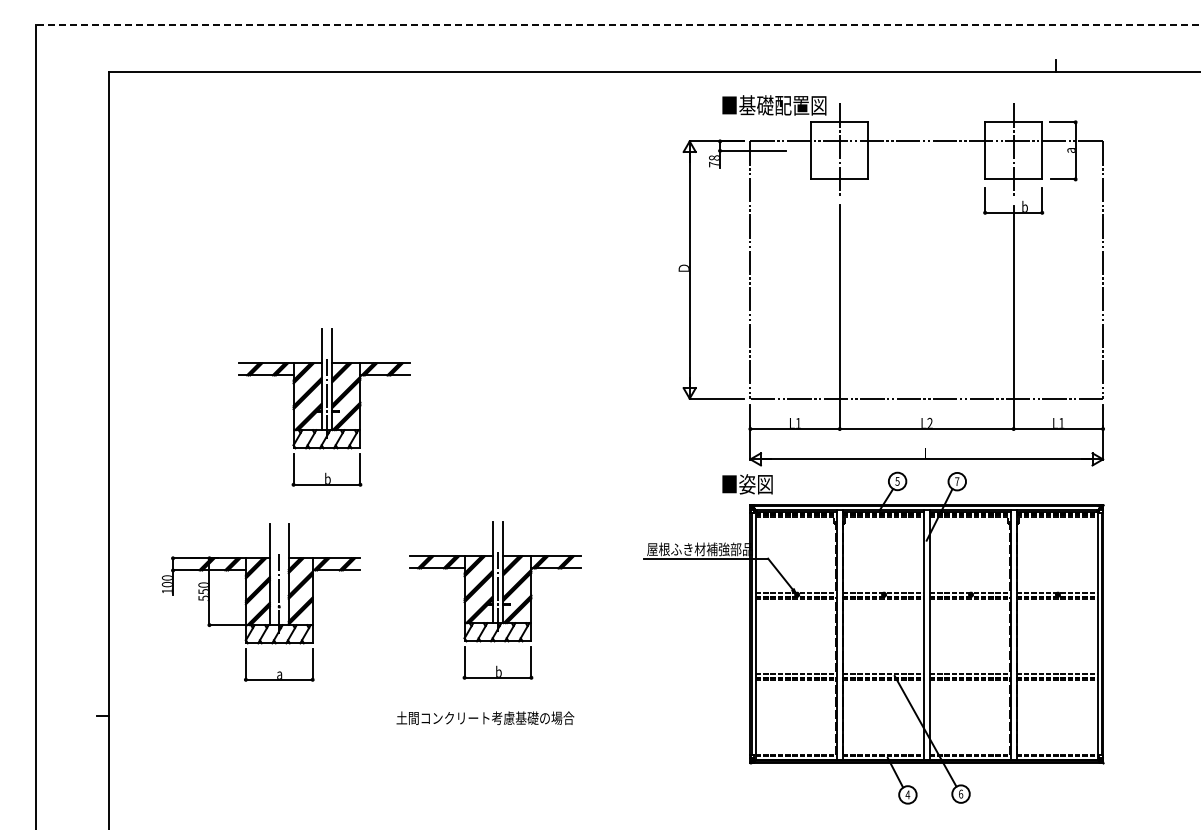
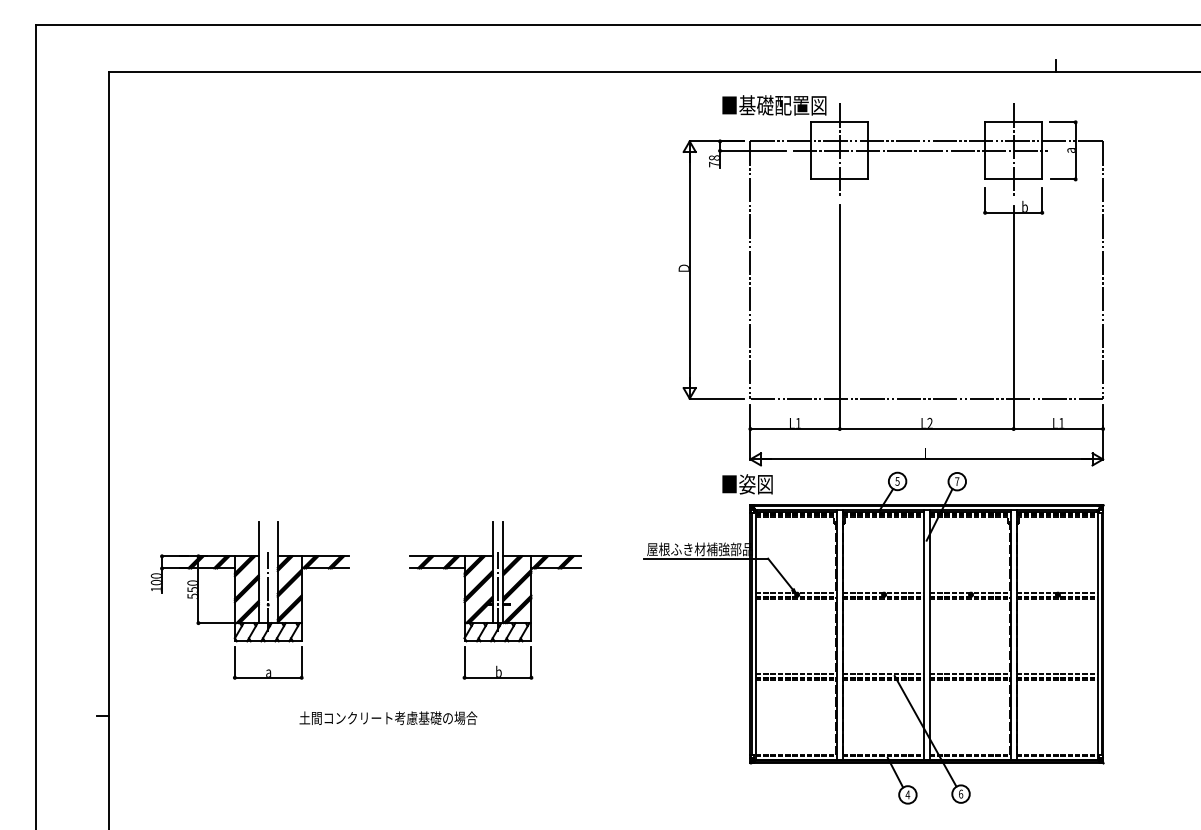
line at (617, 24): dashed -> solid
line at (919, 150): none -> present
part at (324, 407): present -> none
part at (260, 602) position: (260, 602) -> (249, 600)
text at (485, 717) position: (485, 717) -> (388, 717)
